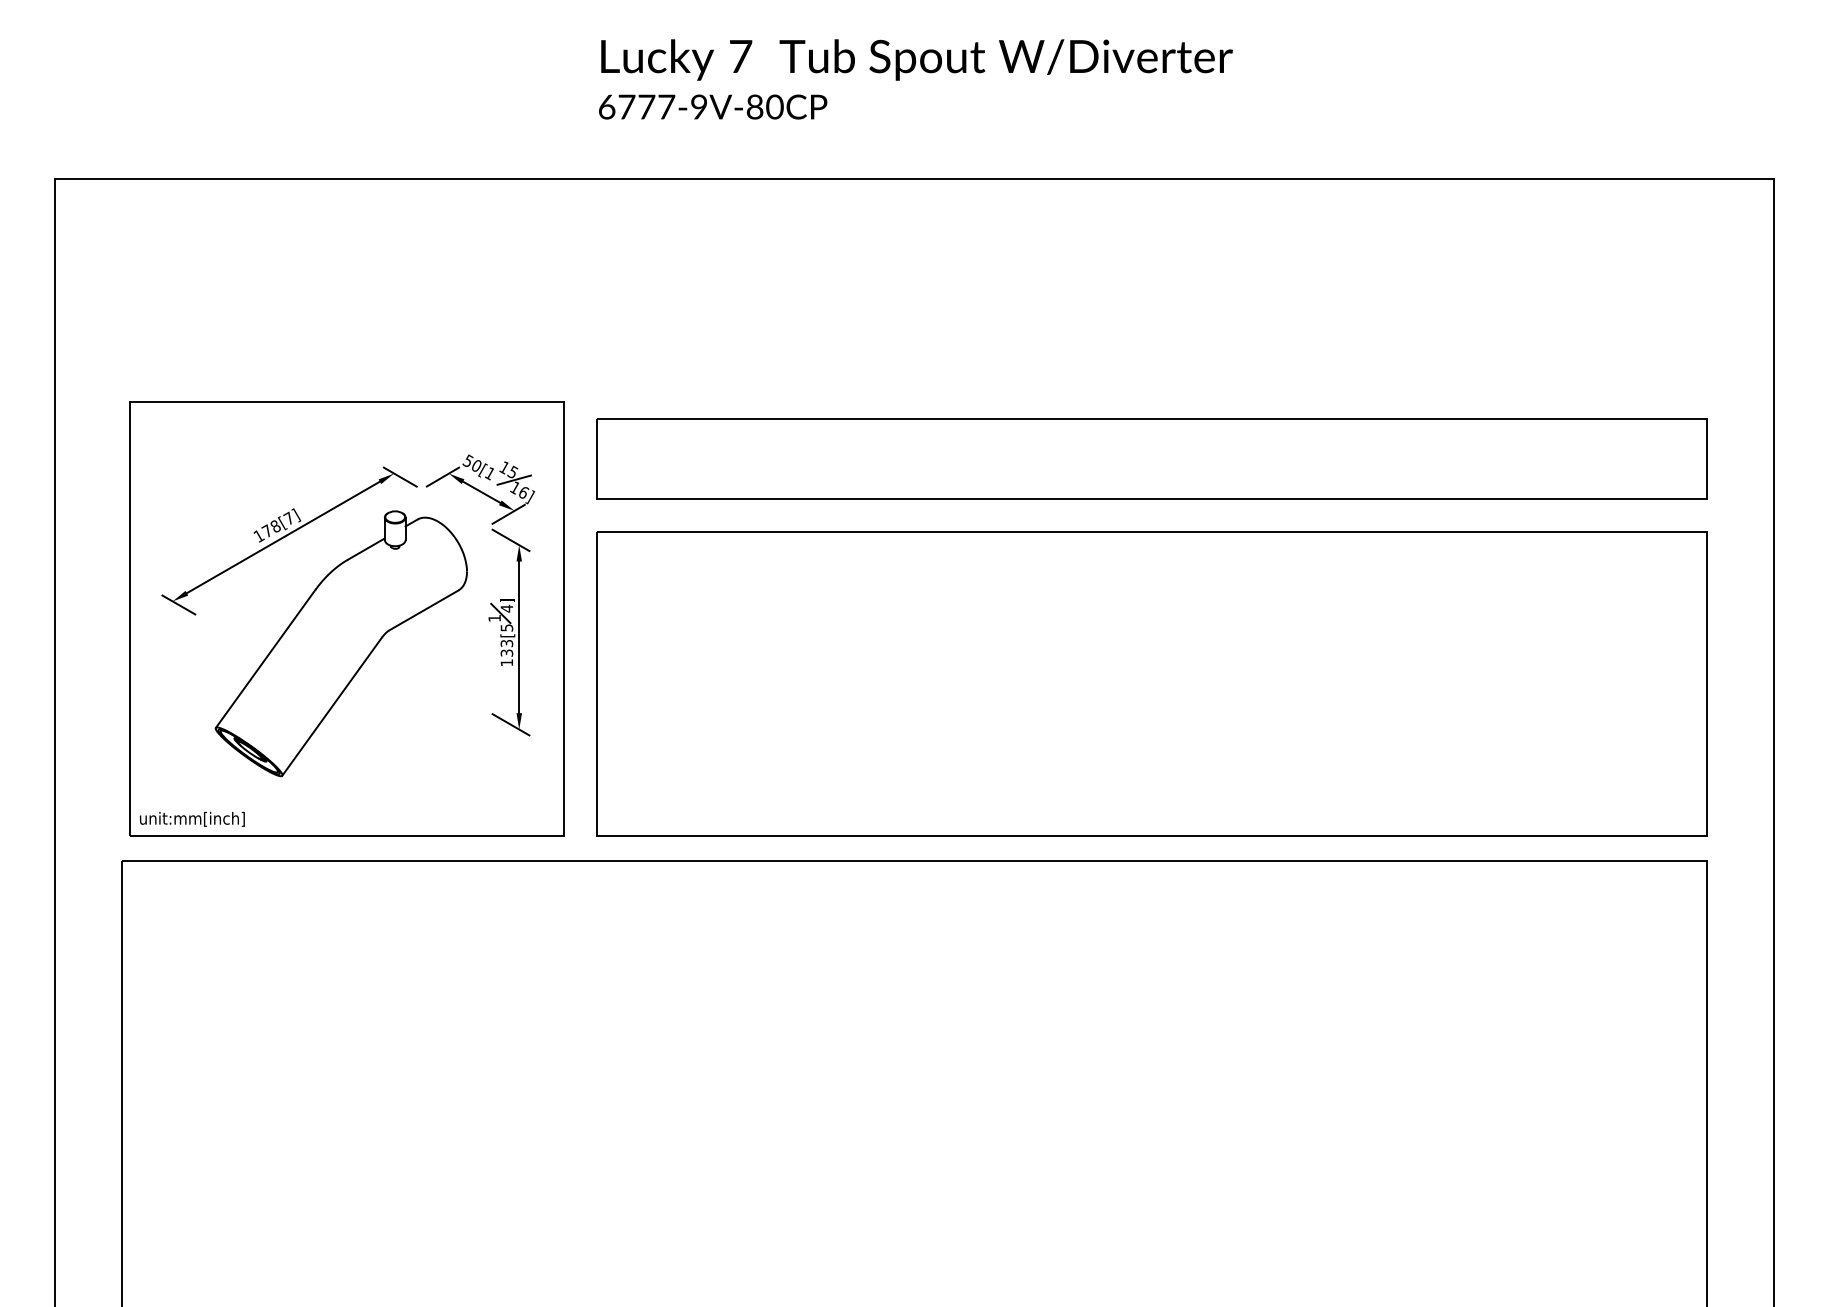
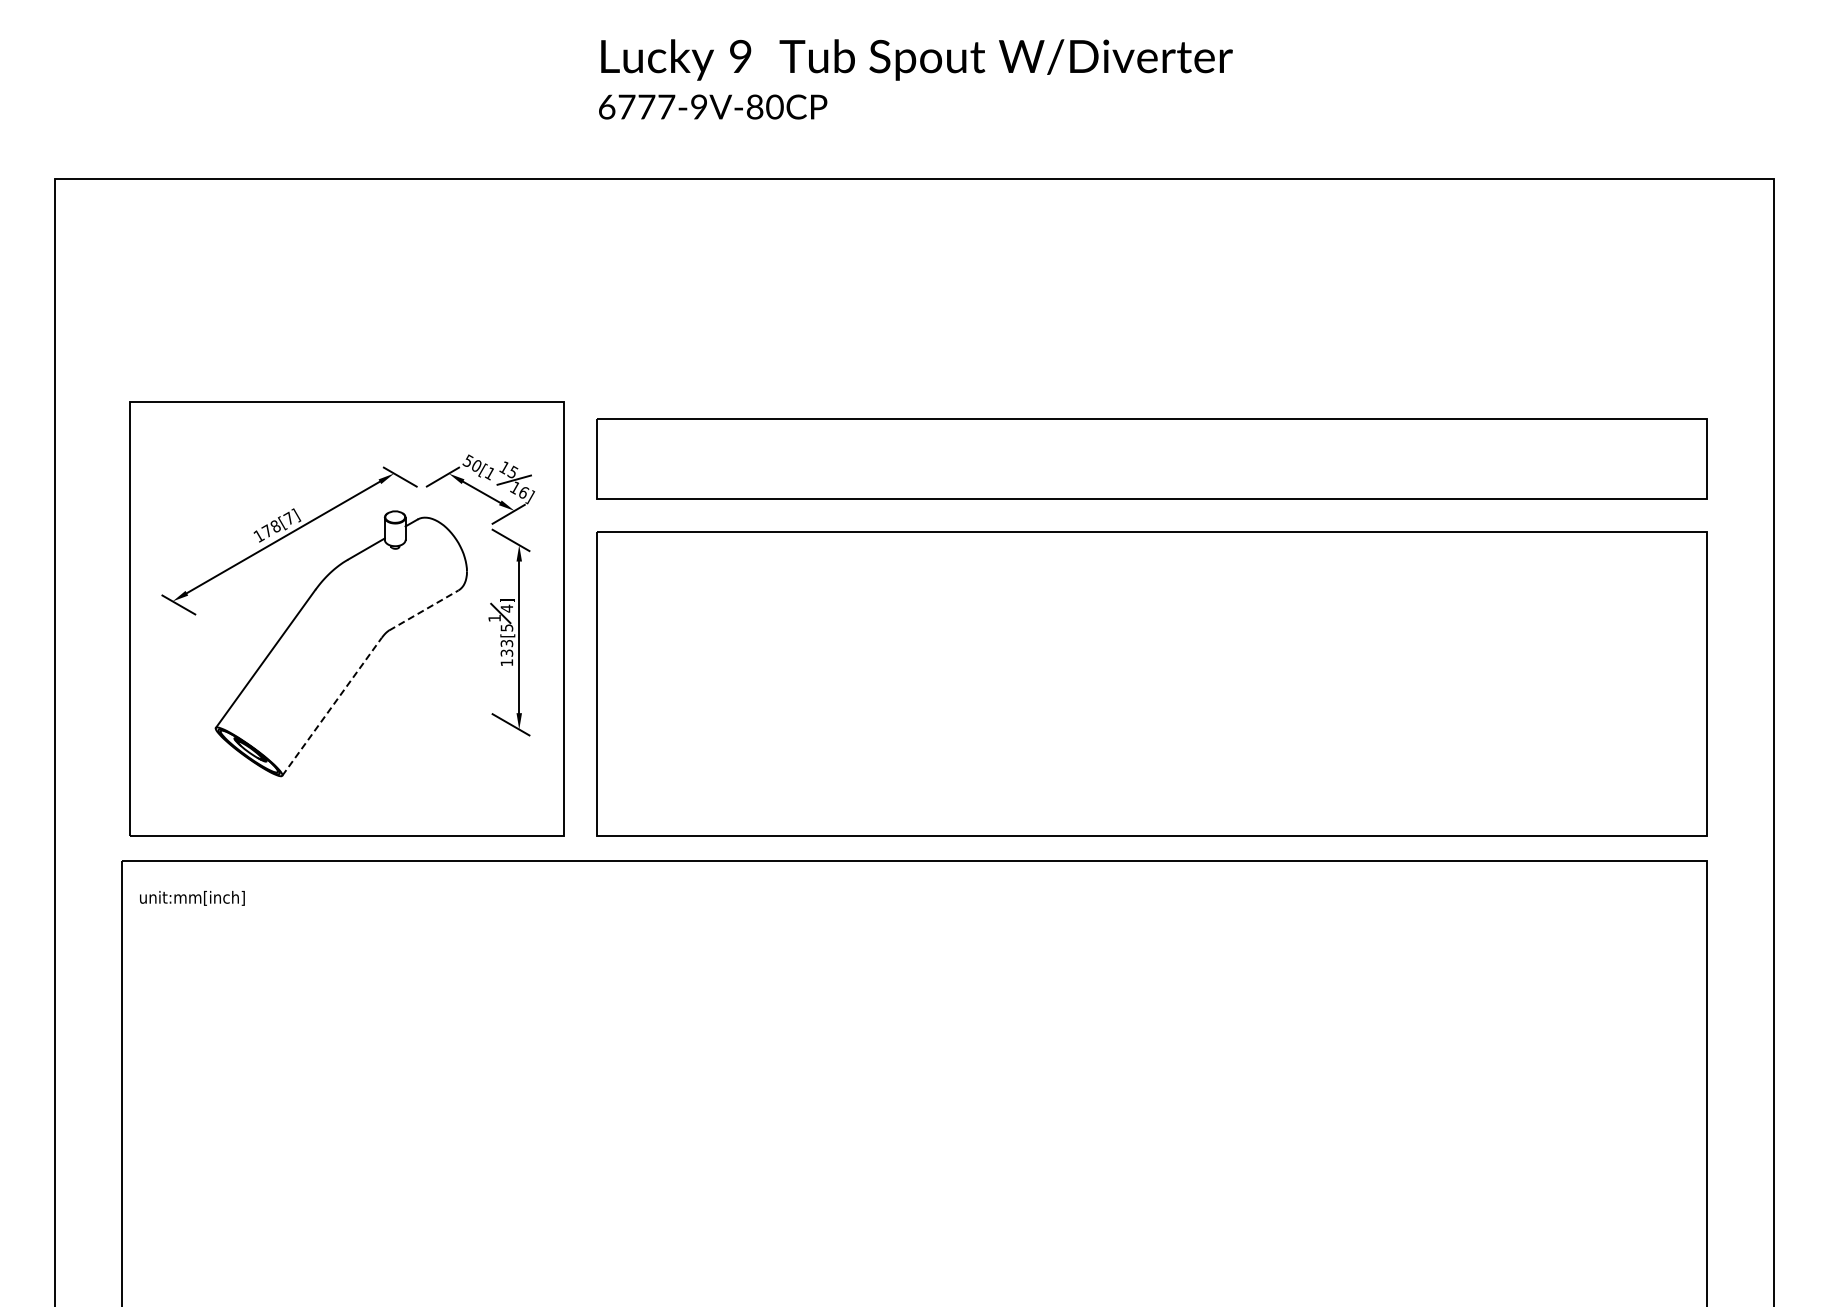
text at (741, 55): 7 -> 9
line at (424, 610): solid -> dashed
line at (332, 706): solid -> dashed
text at (192, 819) position: (192, 819) -> (192, 898)
